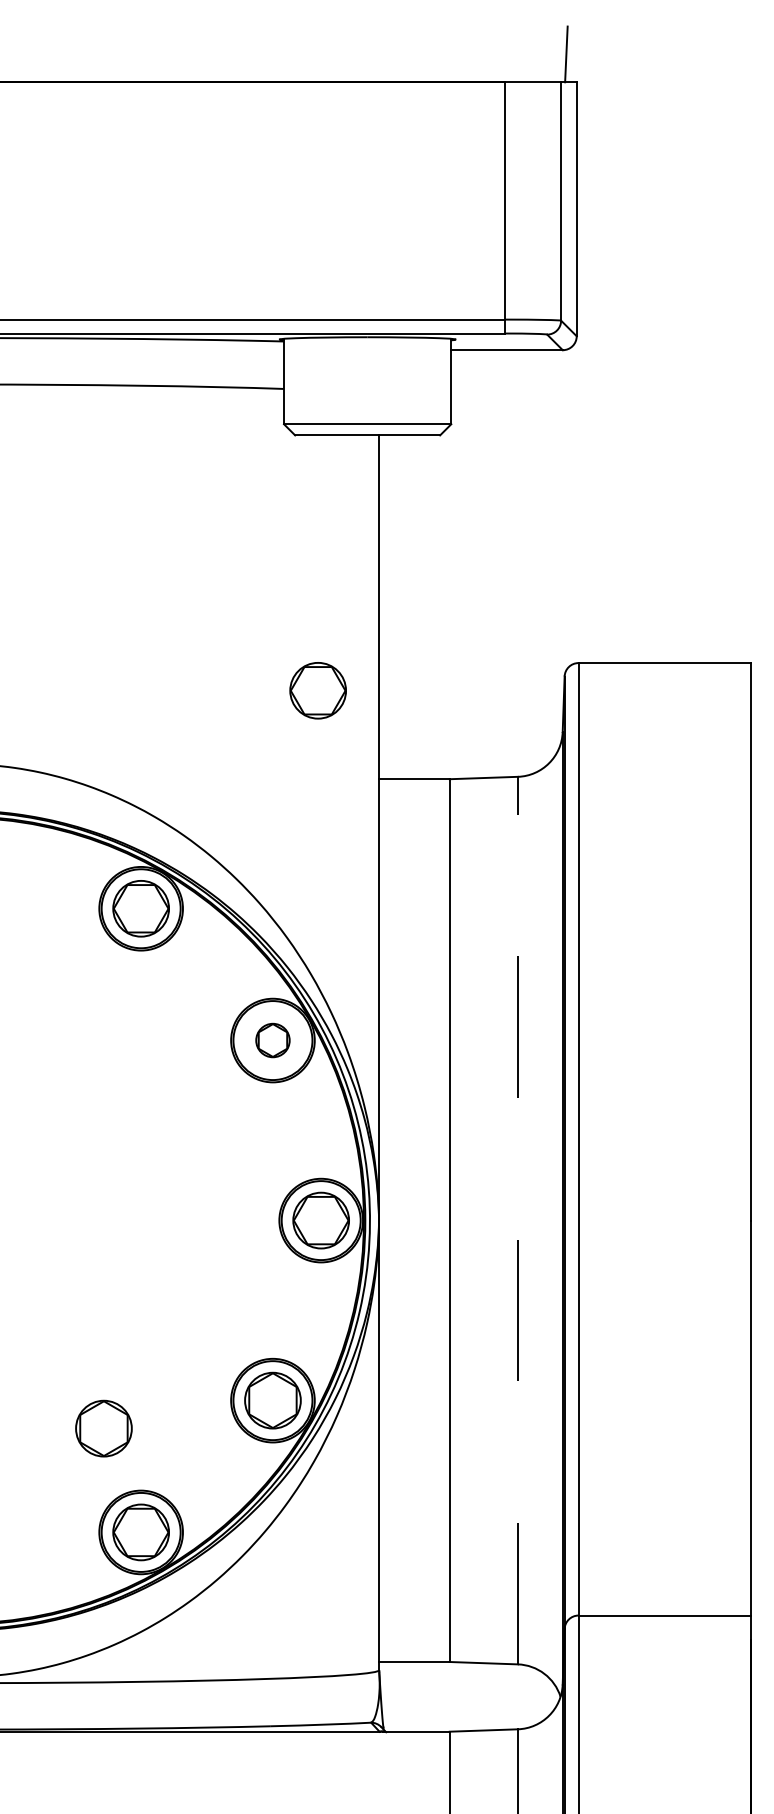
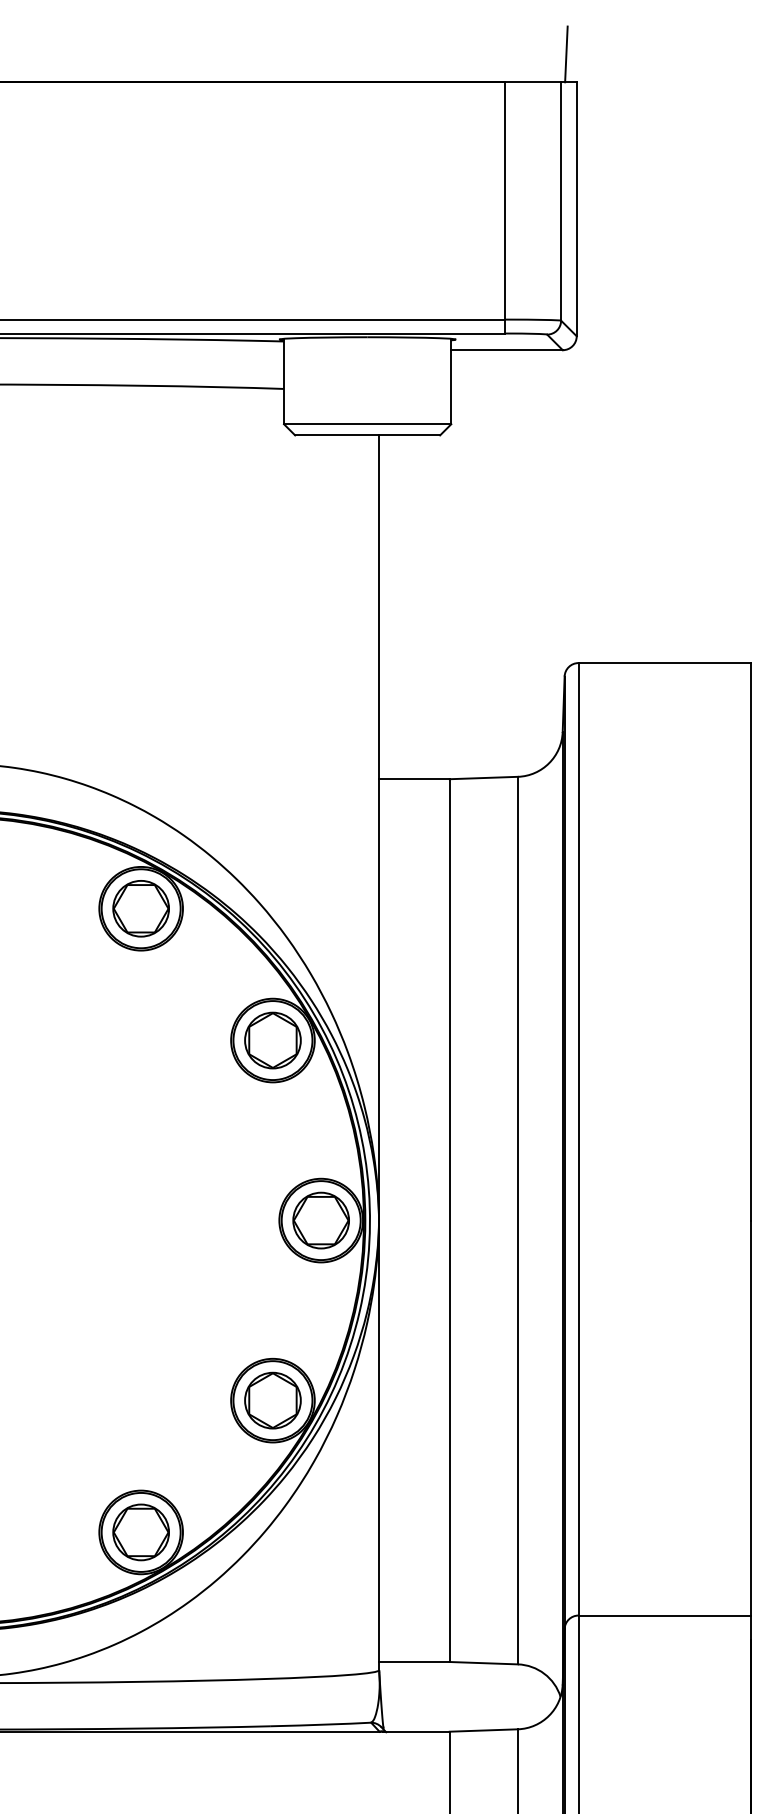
part at (317, 690): present -> none
part at (272, 1040) size: 36x37 px -> 58x59 px
line at (517, 1220): dashed -> solid
part at (103, 1428): present -> none
